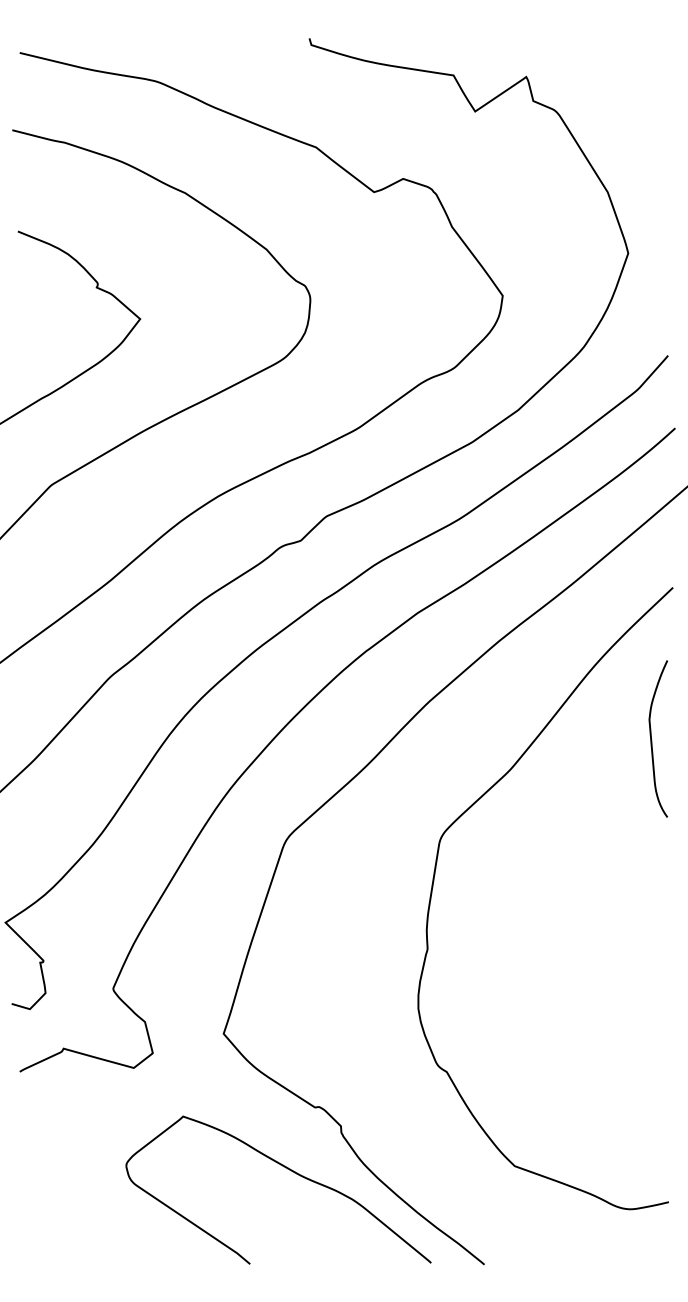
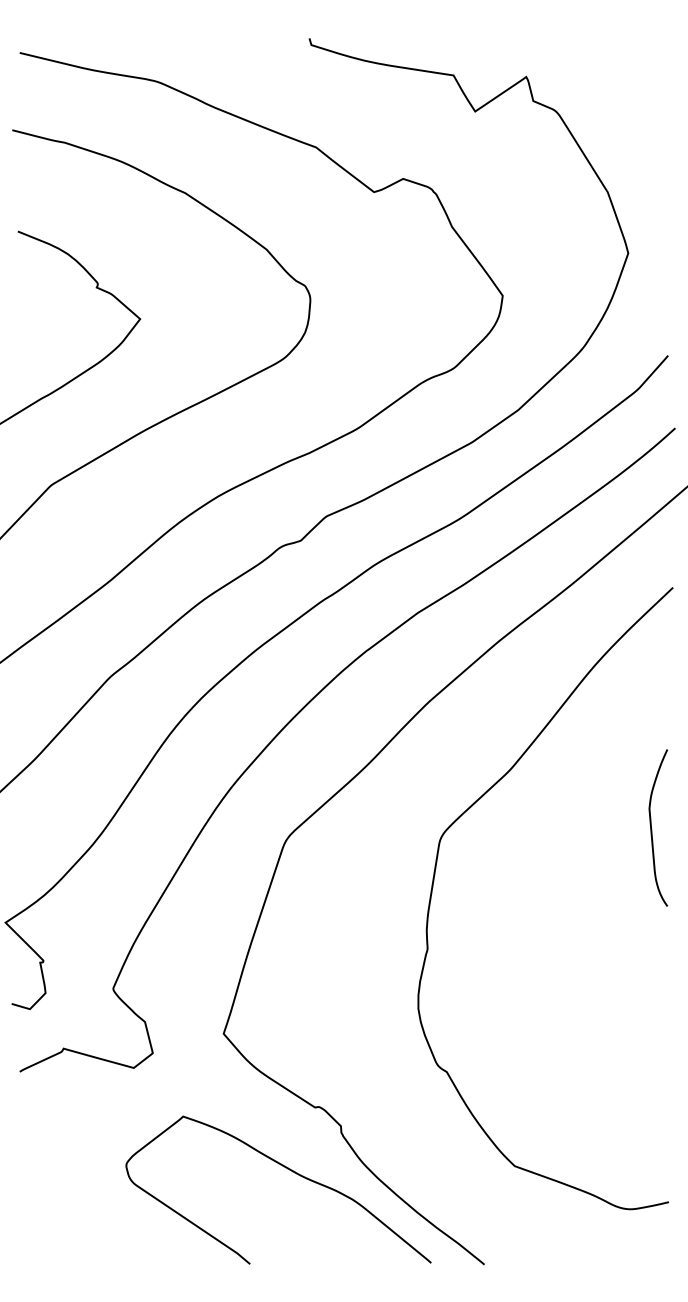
curve at (652, 740) position: (652, 740) -> (652, 829)
